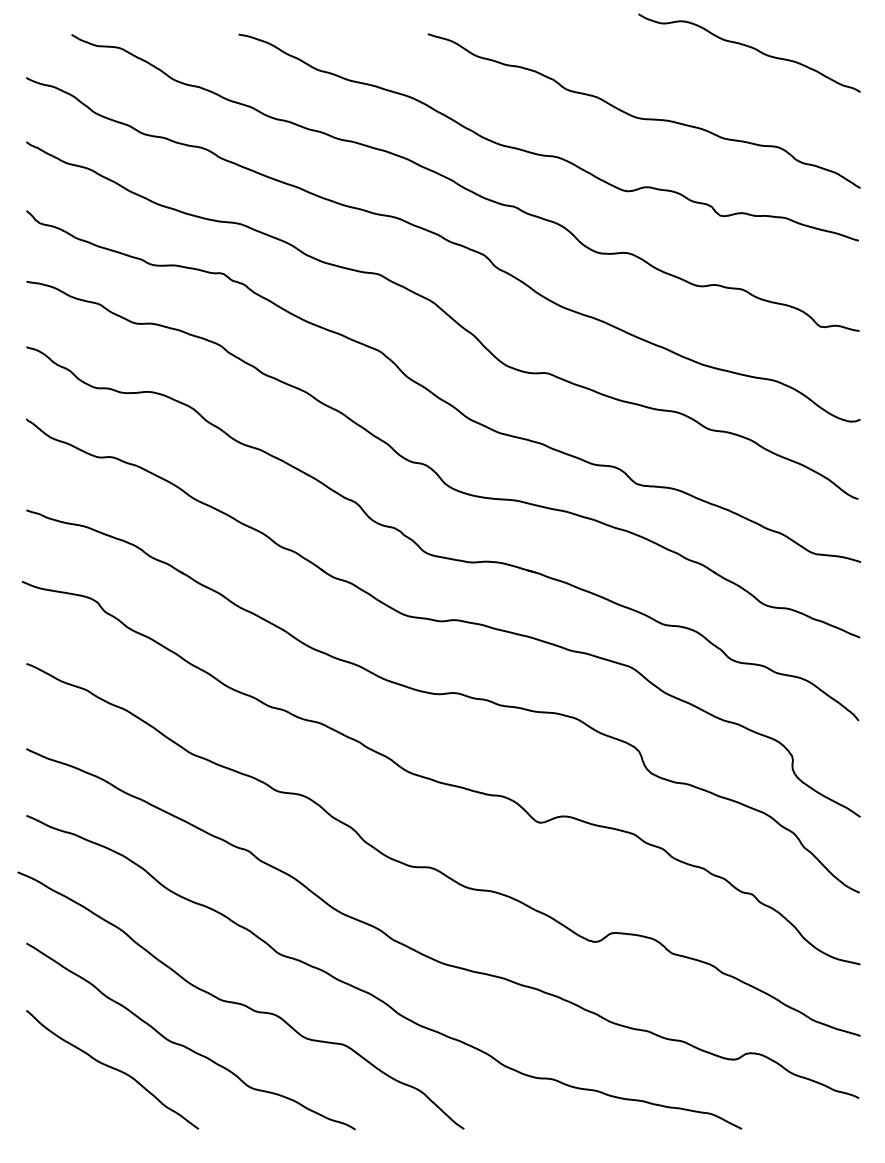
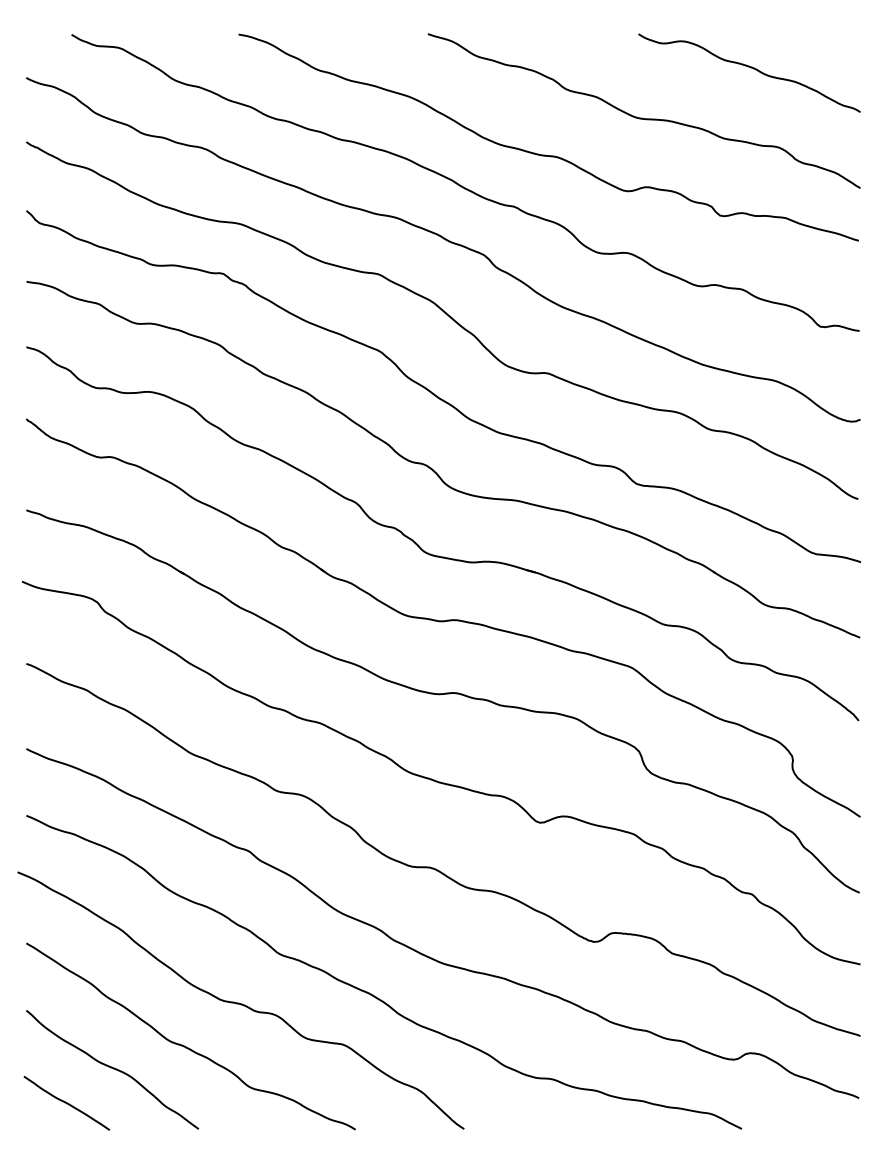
curve at (750, 48) position: (750, 48) -> (750, 68)
curve at (66, 1103): none -> present
